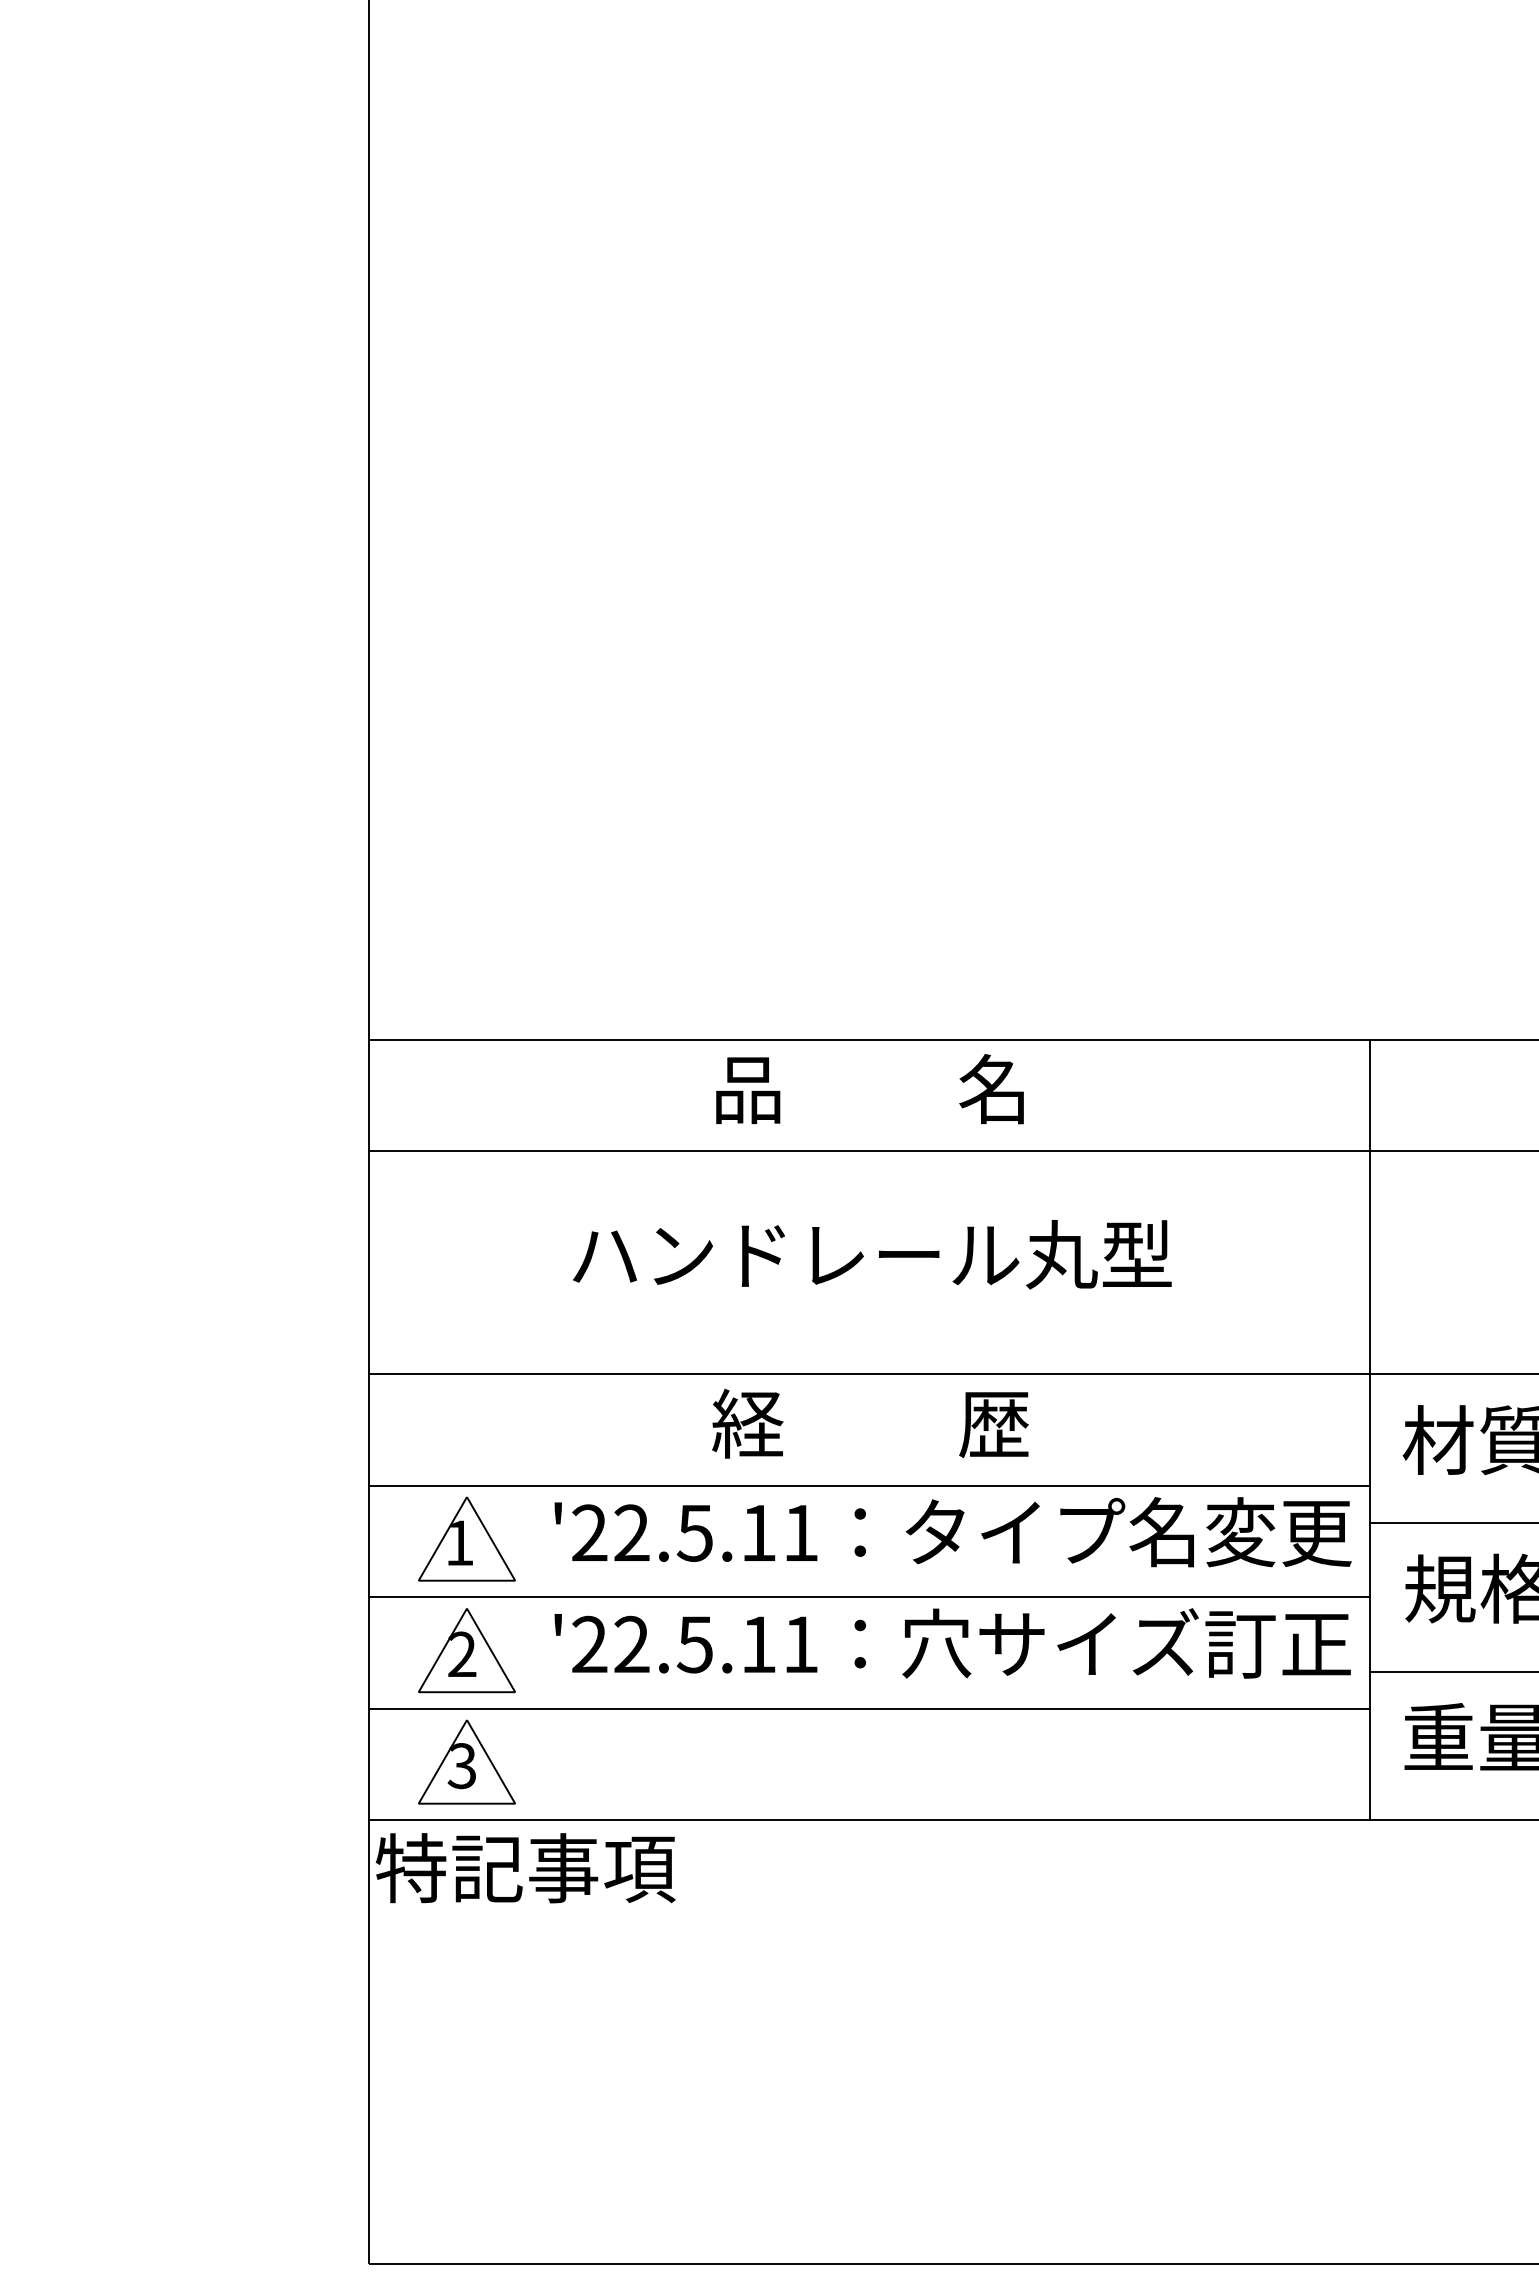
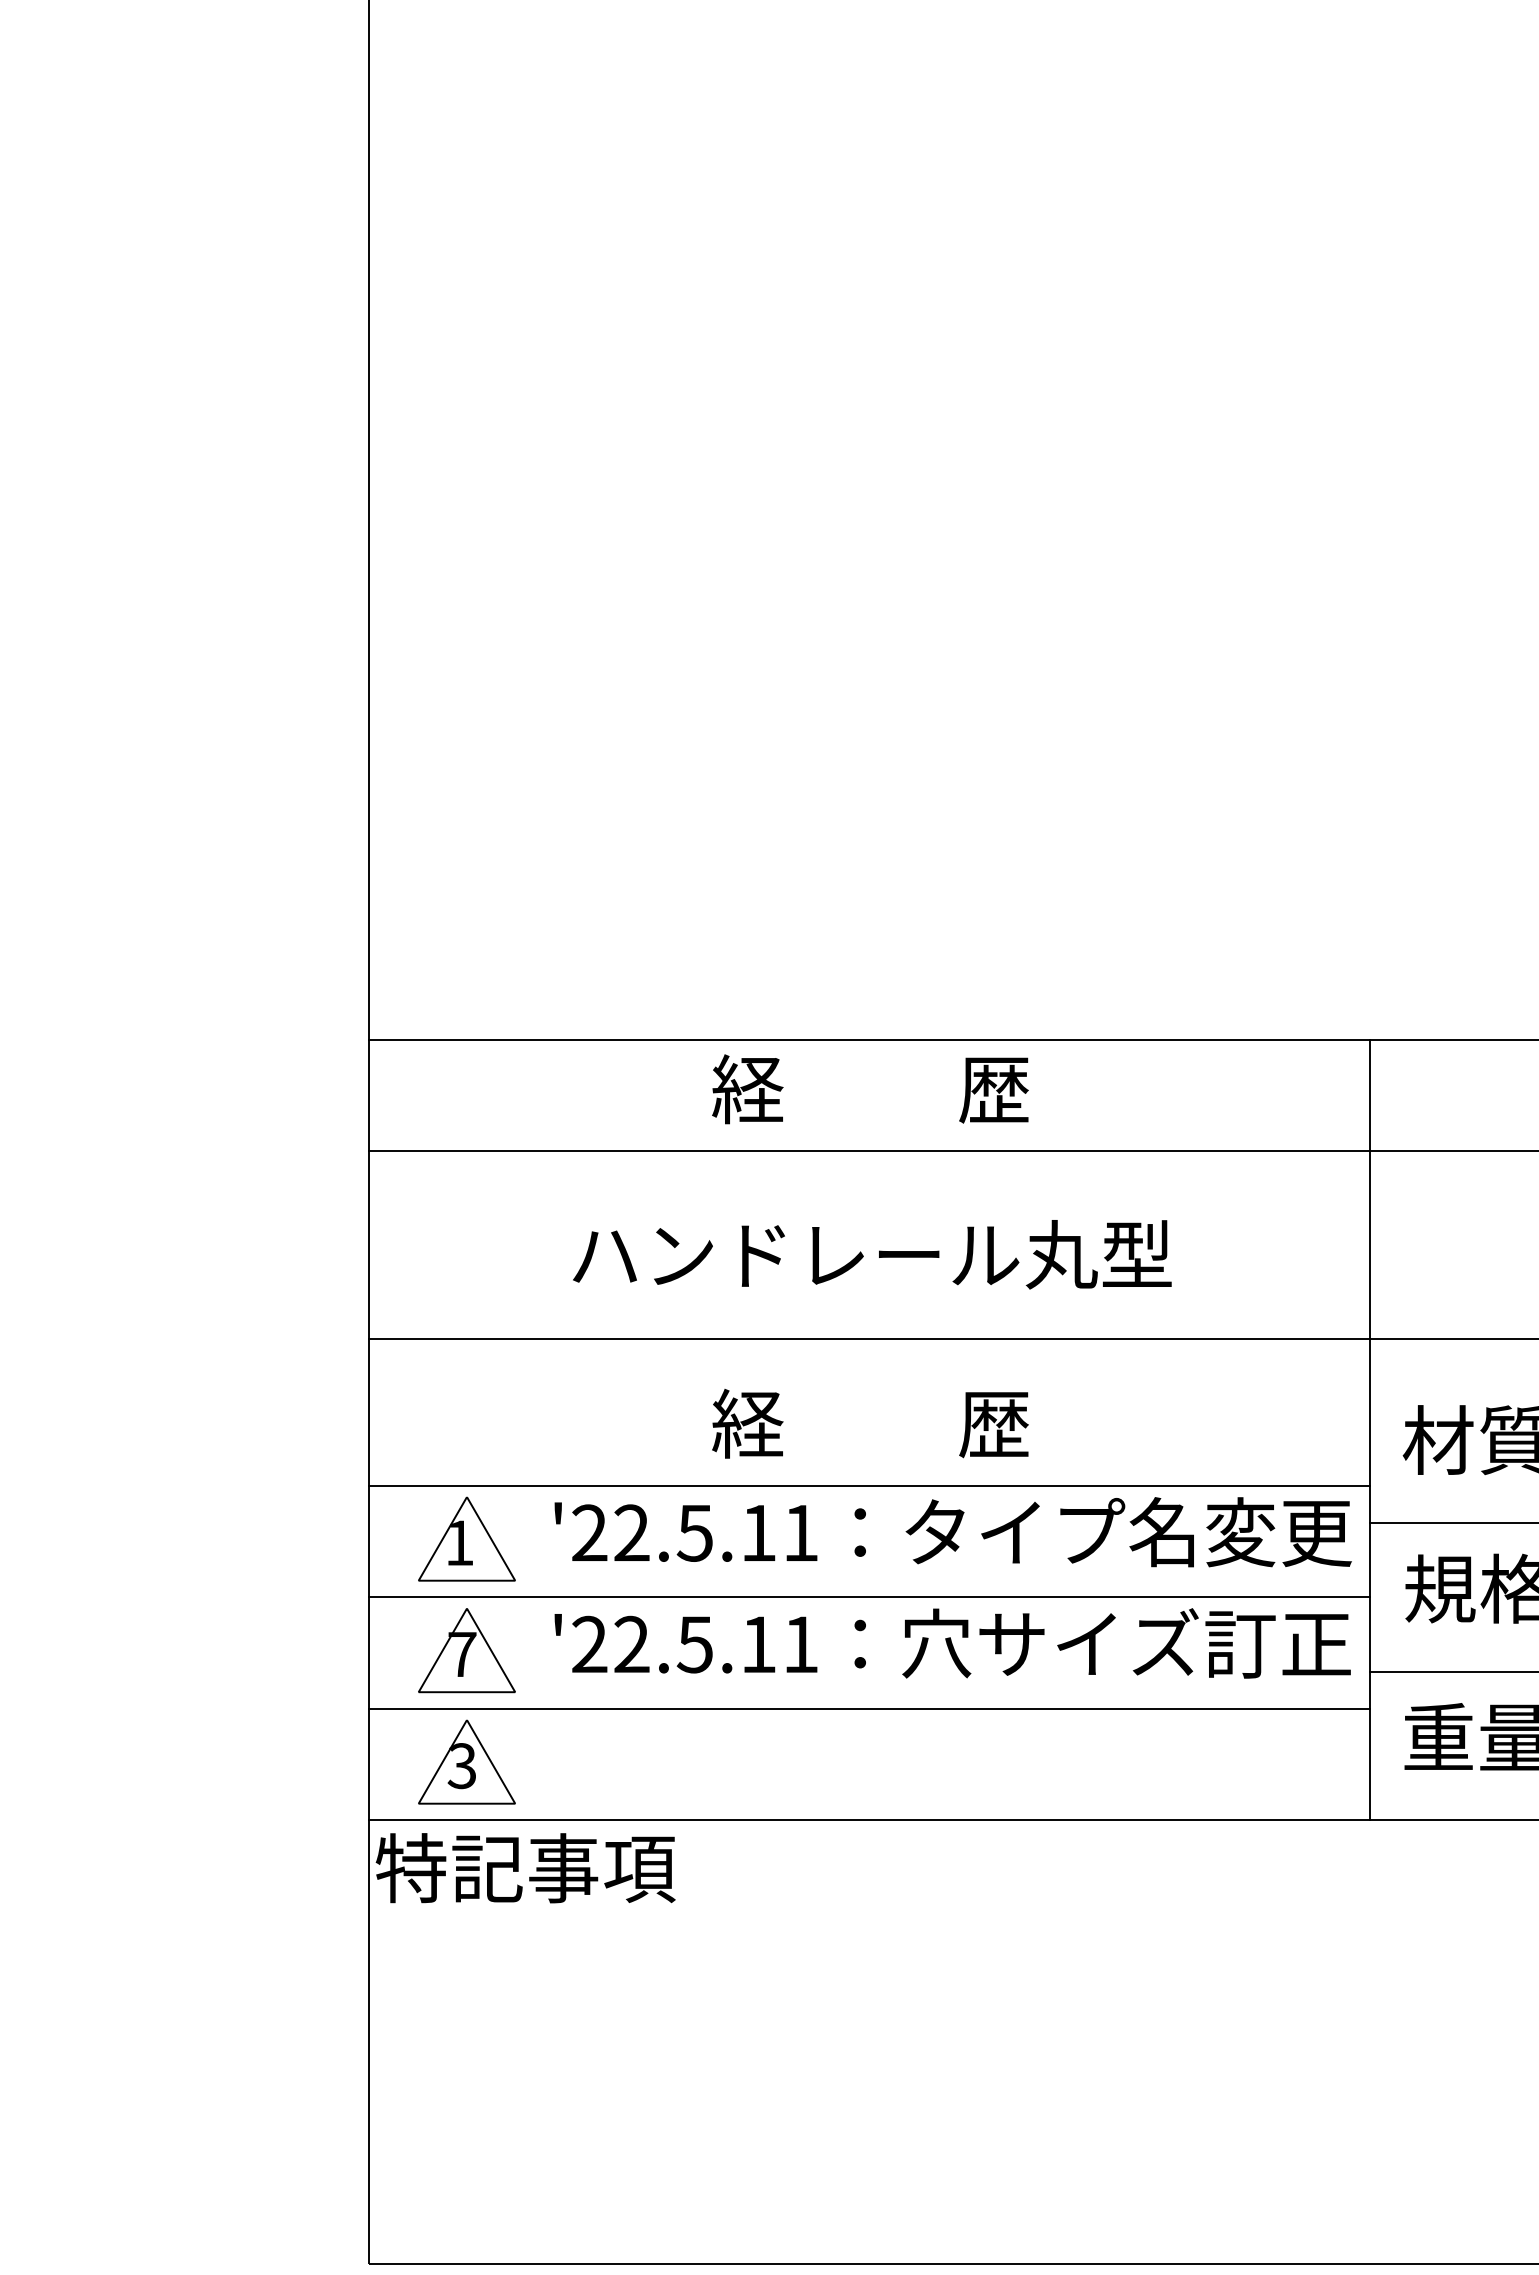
text at (870, 1089): 品          名 -> 経          歴
line at (952, 1374) position: (952, 1374) -> (952, 1339)
text at (462, 1653): 2 -> 7
